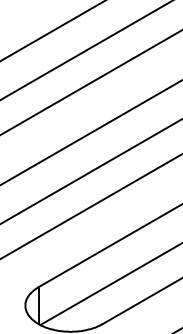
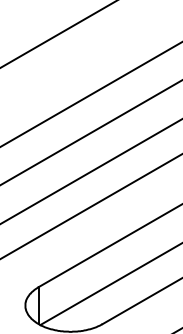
line at (52, 31) position: (52, 31) -> (58, 34)
line at (85, 50): present -> none
line at (90, 82) position: (90, 82) -> (90, 94)
